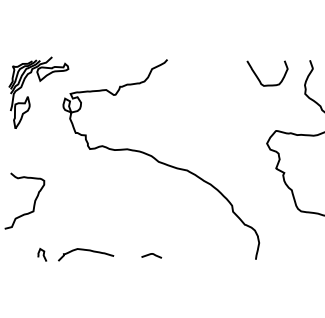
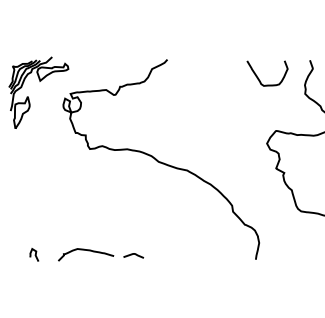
curve at (33, 203): present -> none
curve at (42, 254) position: (42, 254) -> (34, 254)
curve at (151, 254) position: (151, 254) -> (133, 254)
